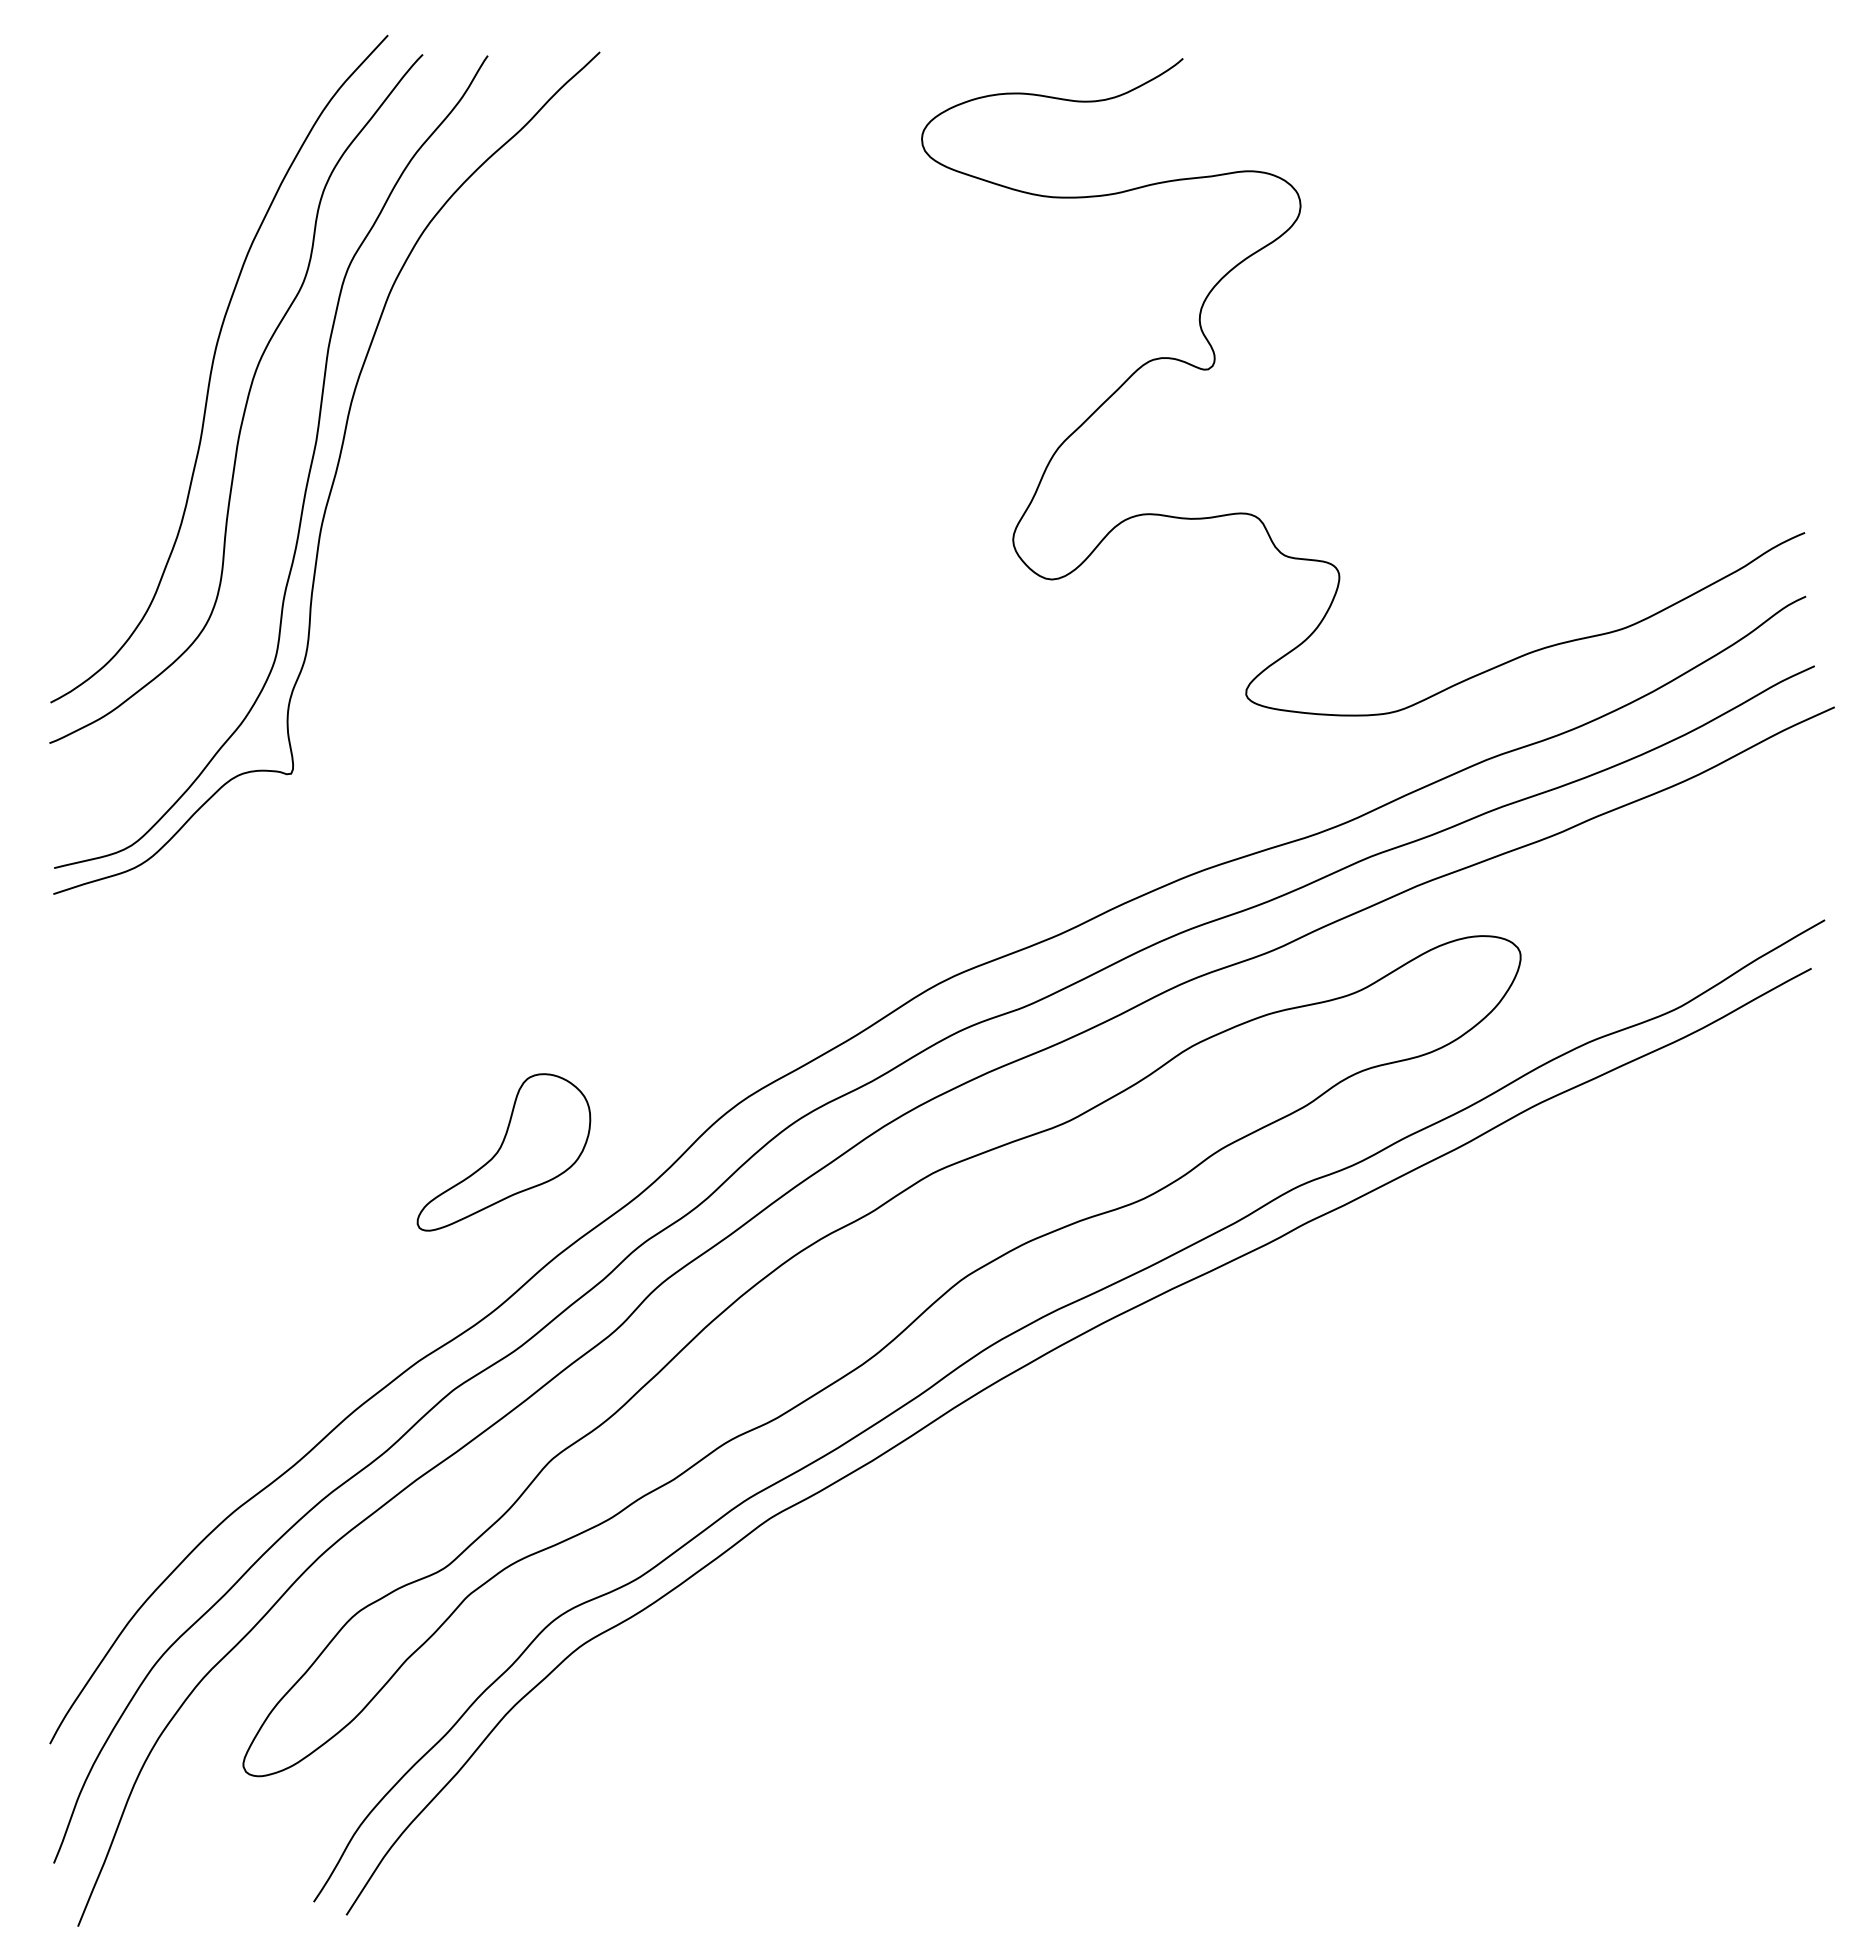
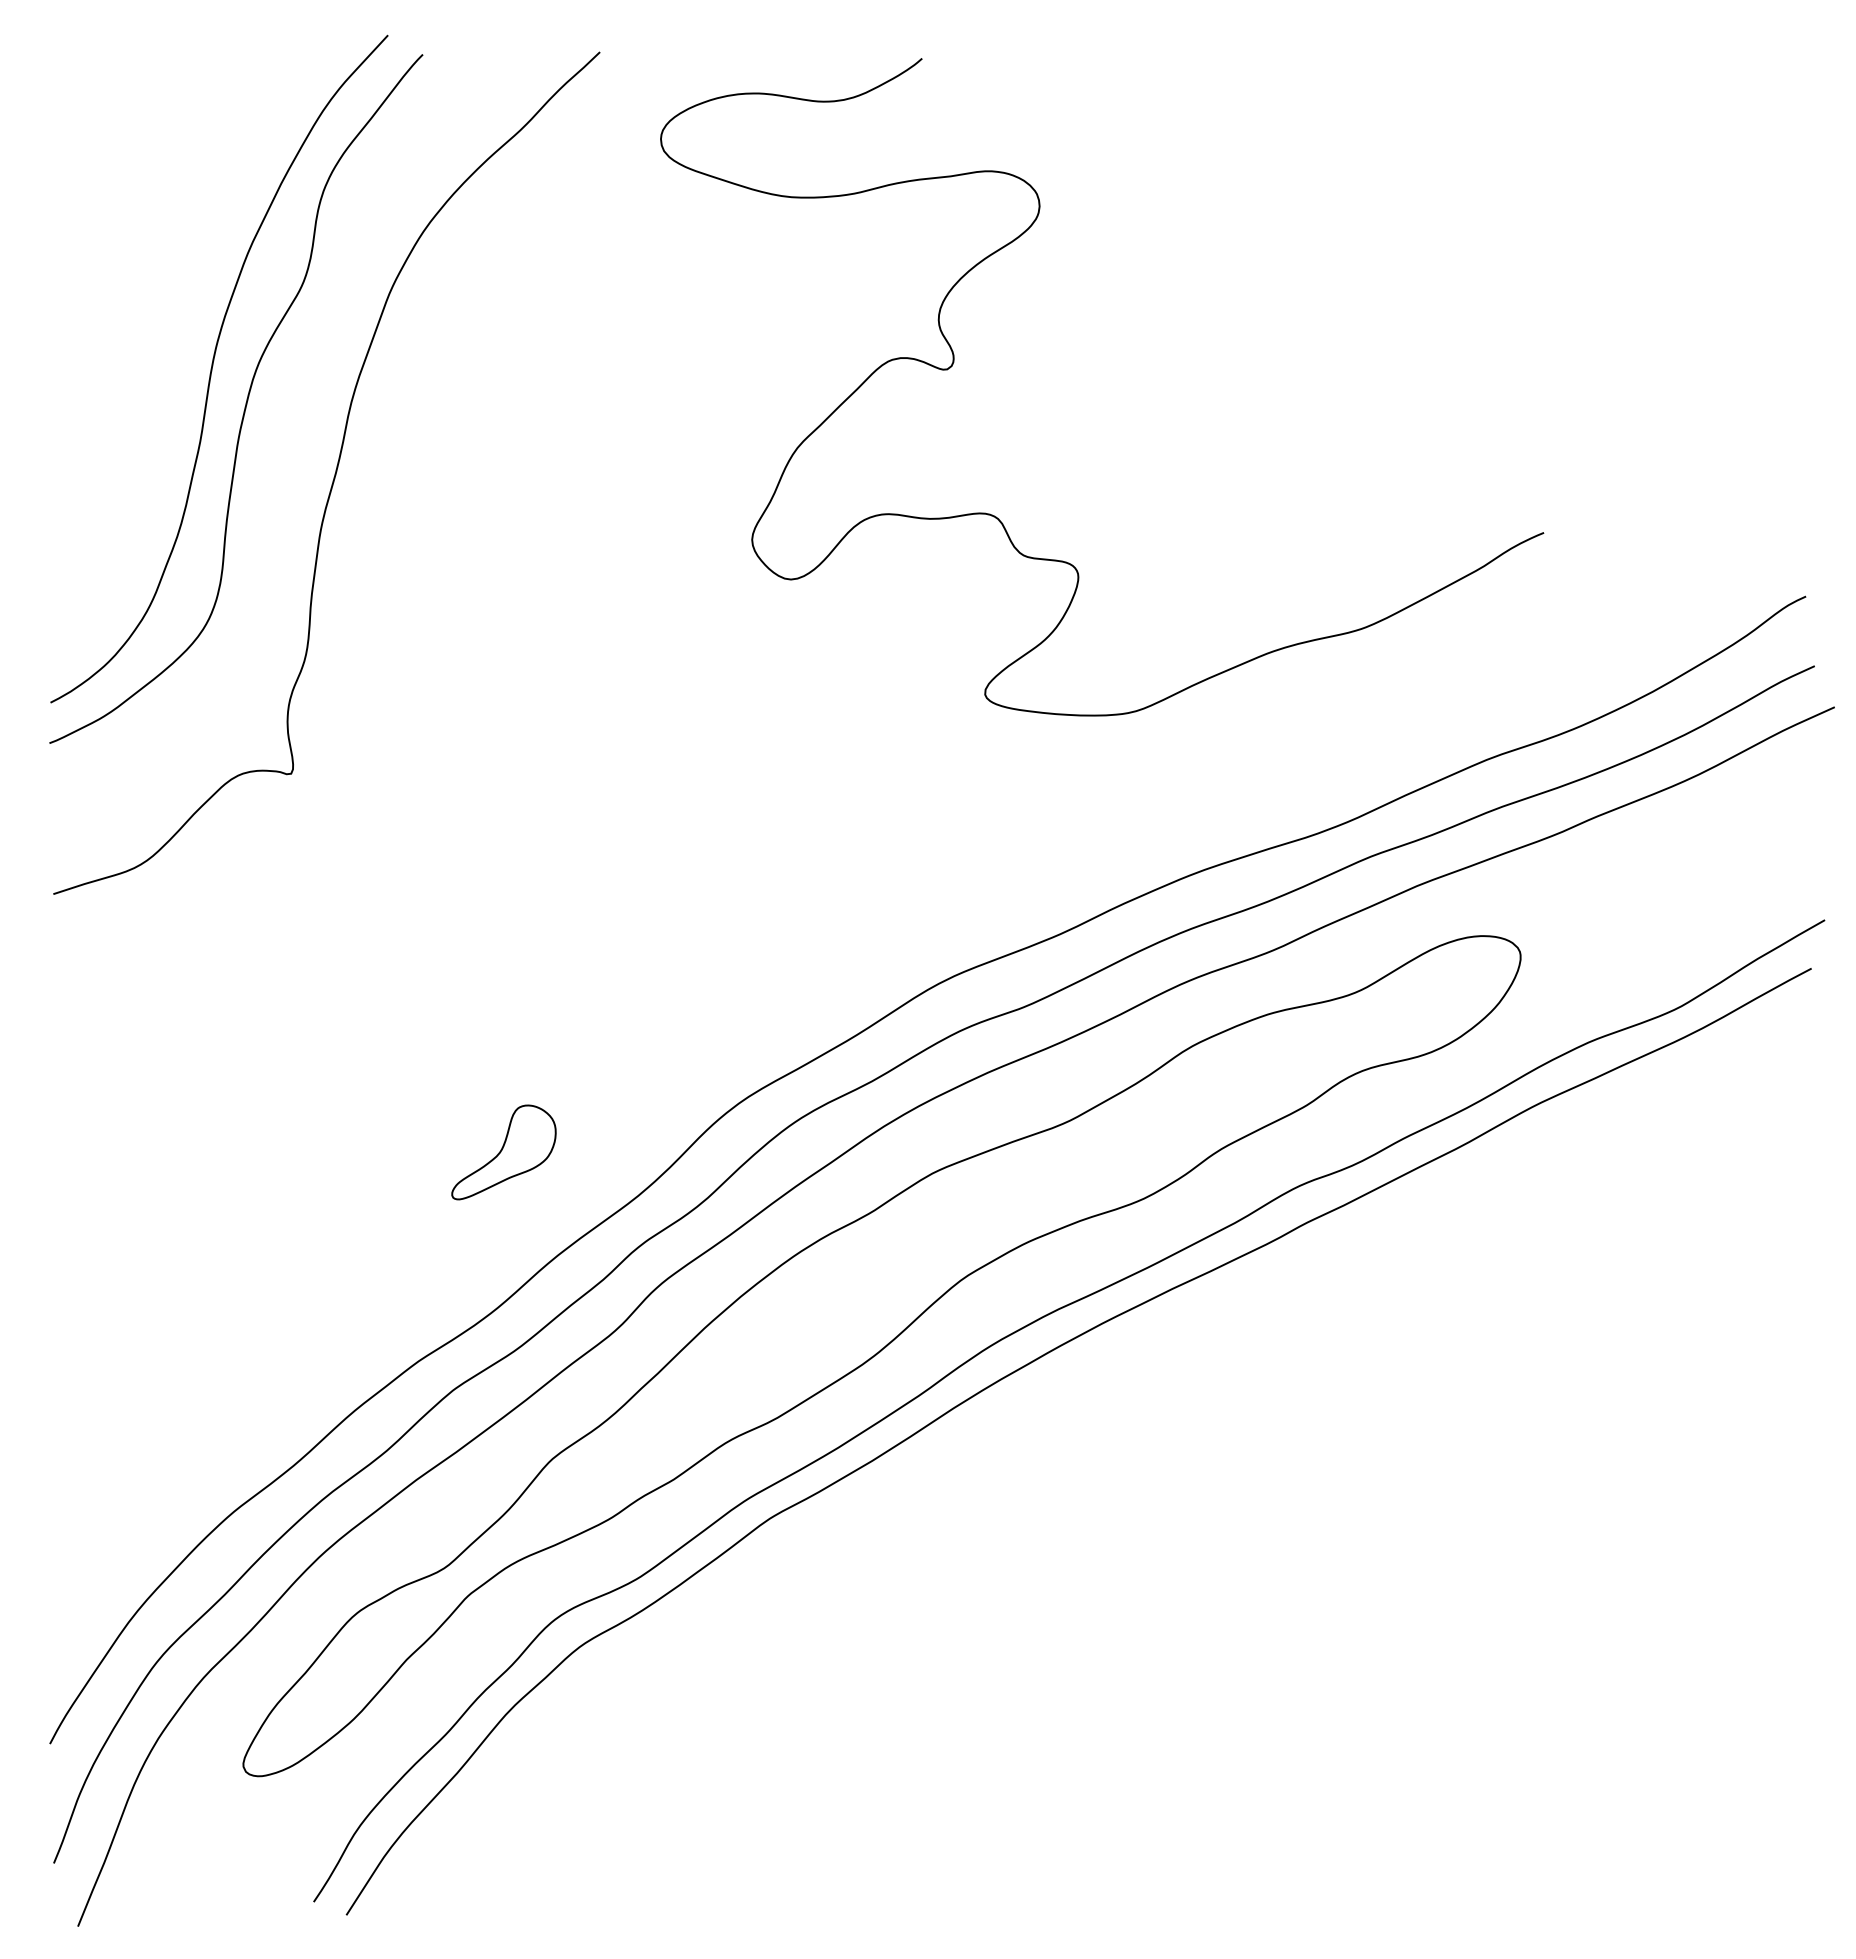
curve at (1215, 362) position: (1215, 362) -> (954, 362)
curve at (308, 471): present -> none
part at (503, 1152) size: 176x159 px -> 106x97 px
